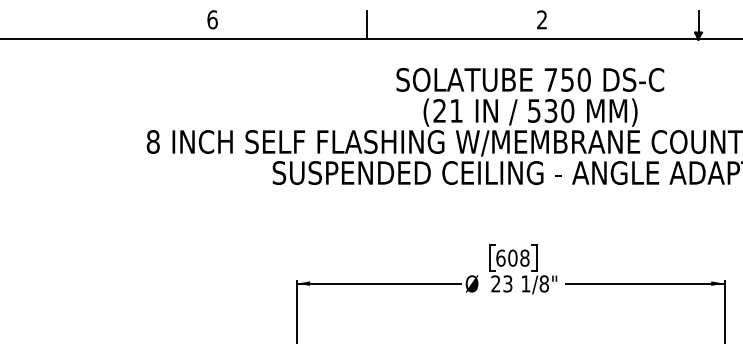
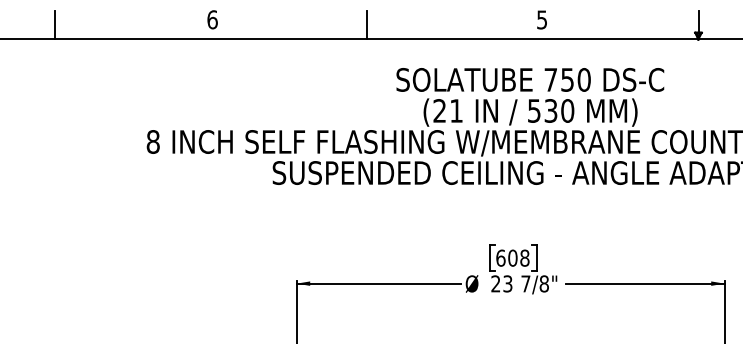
text at (541, 19): 2 -> 5
line at (54, 25): none -> present
text at (525, 283): 1/8" -> 7/8"
